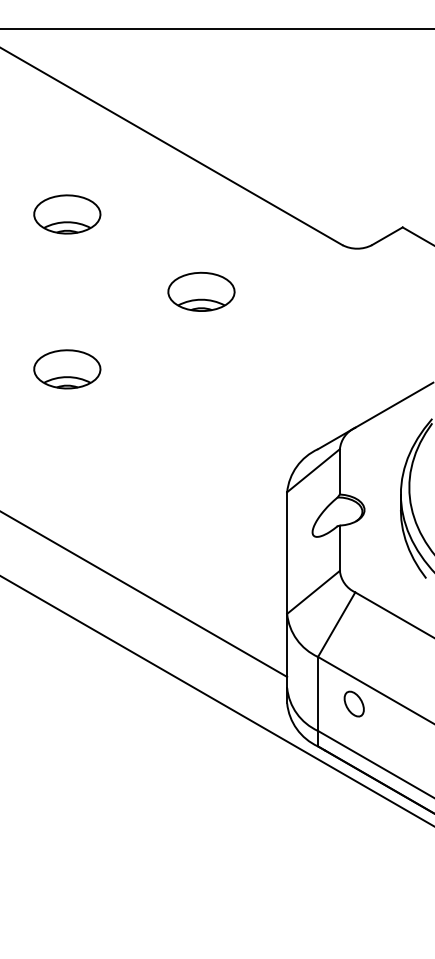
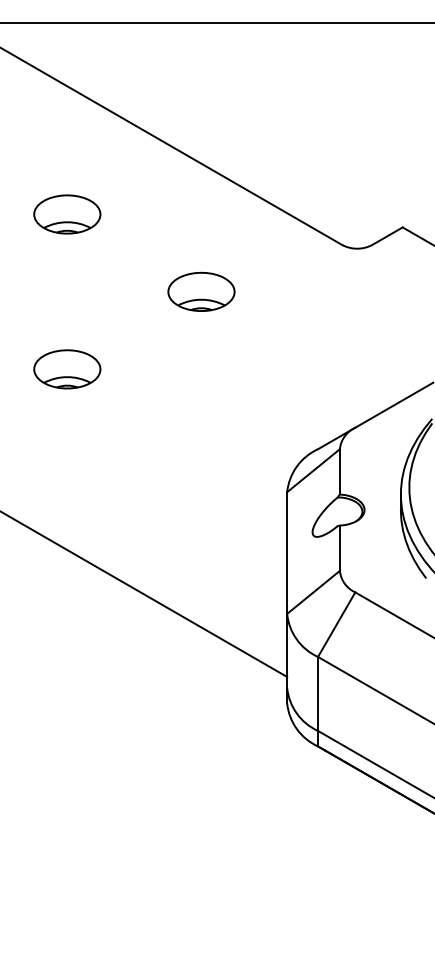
line at (216, 28) position: (216, 28) -> (216, 22)
line at (216, 700): present -> none
part at (353, 703): present -> none
